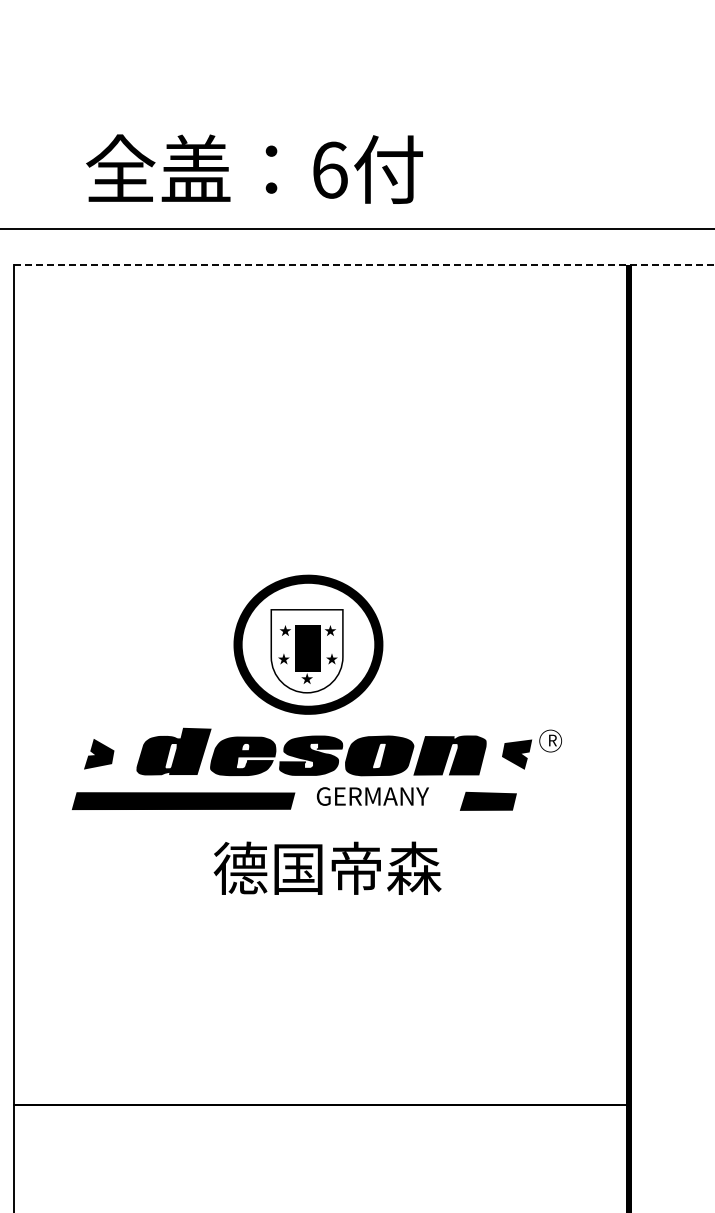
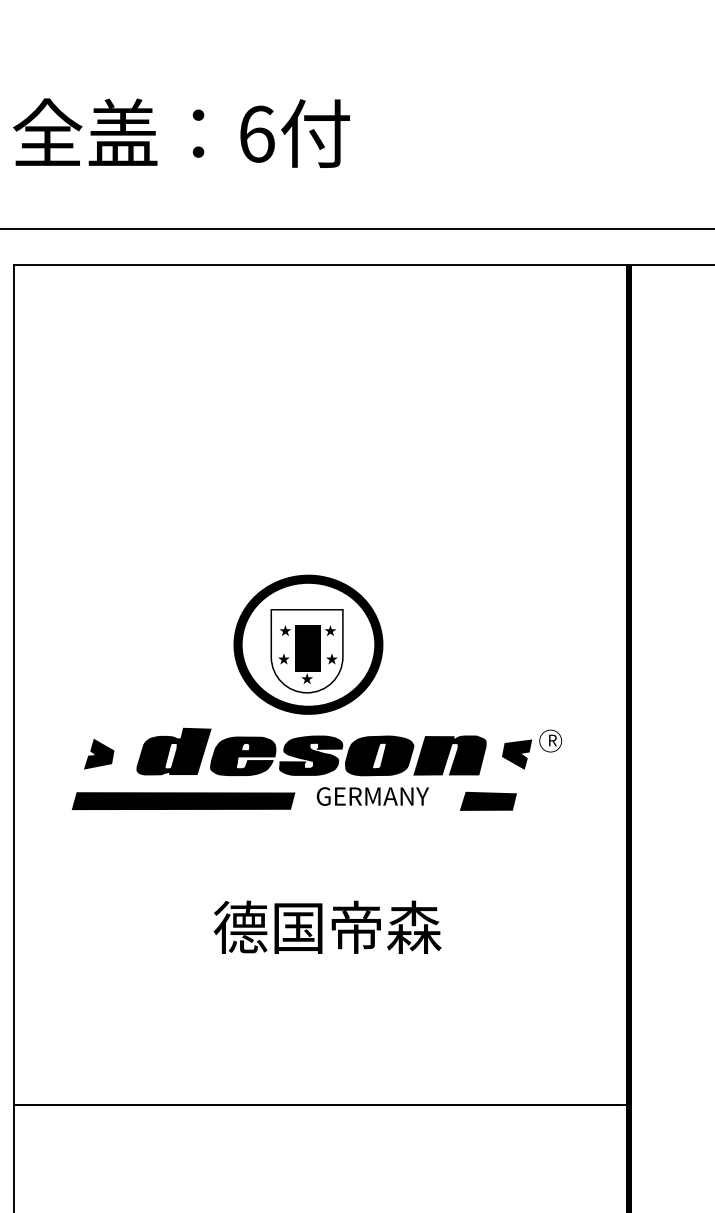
text at (254, 168) position: (254, 168) -> (181, 132)
line at (364, 265): dashed -> solid
text at (327, 867) position: (327, 867) -> (327, 926)
